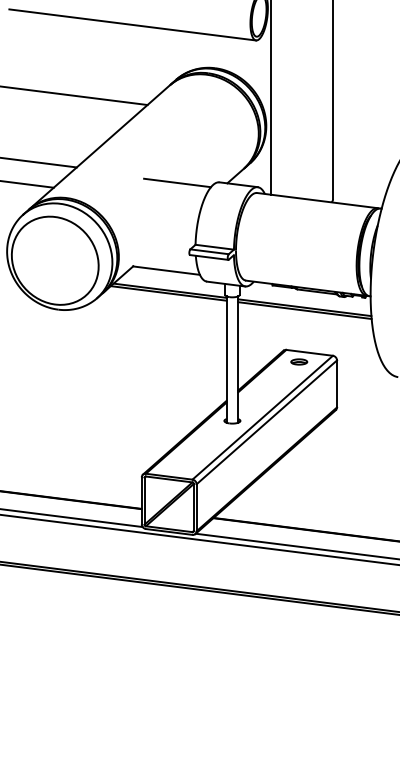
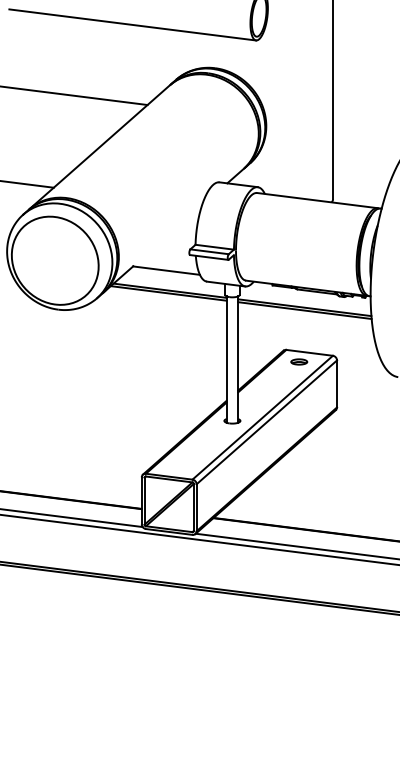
line at (270, 98): present -> none
line at (39, 162): present -> none
line at (177, 182): present -> none
